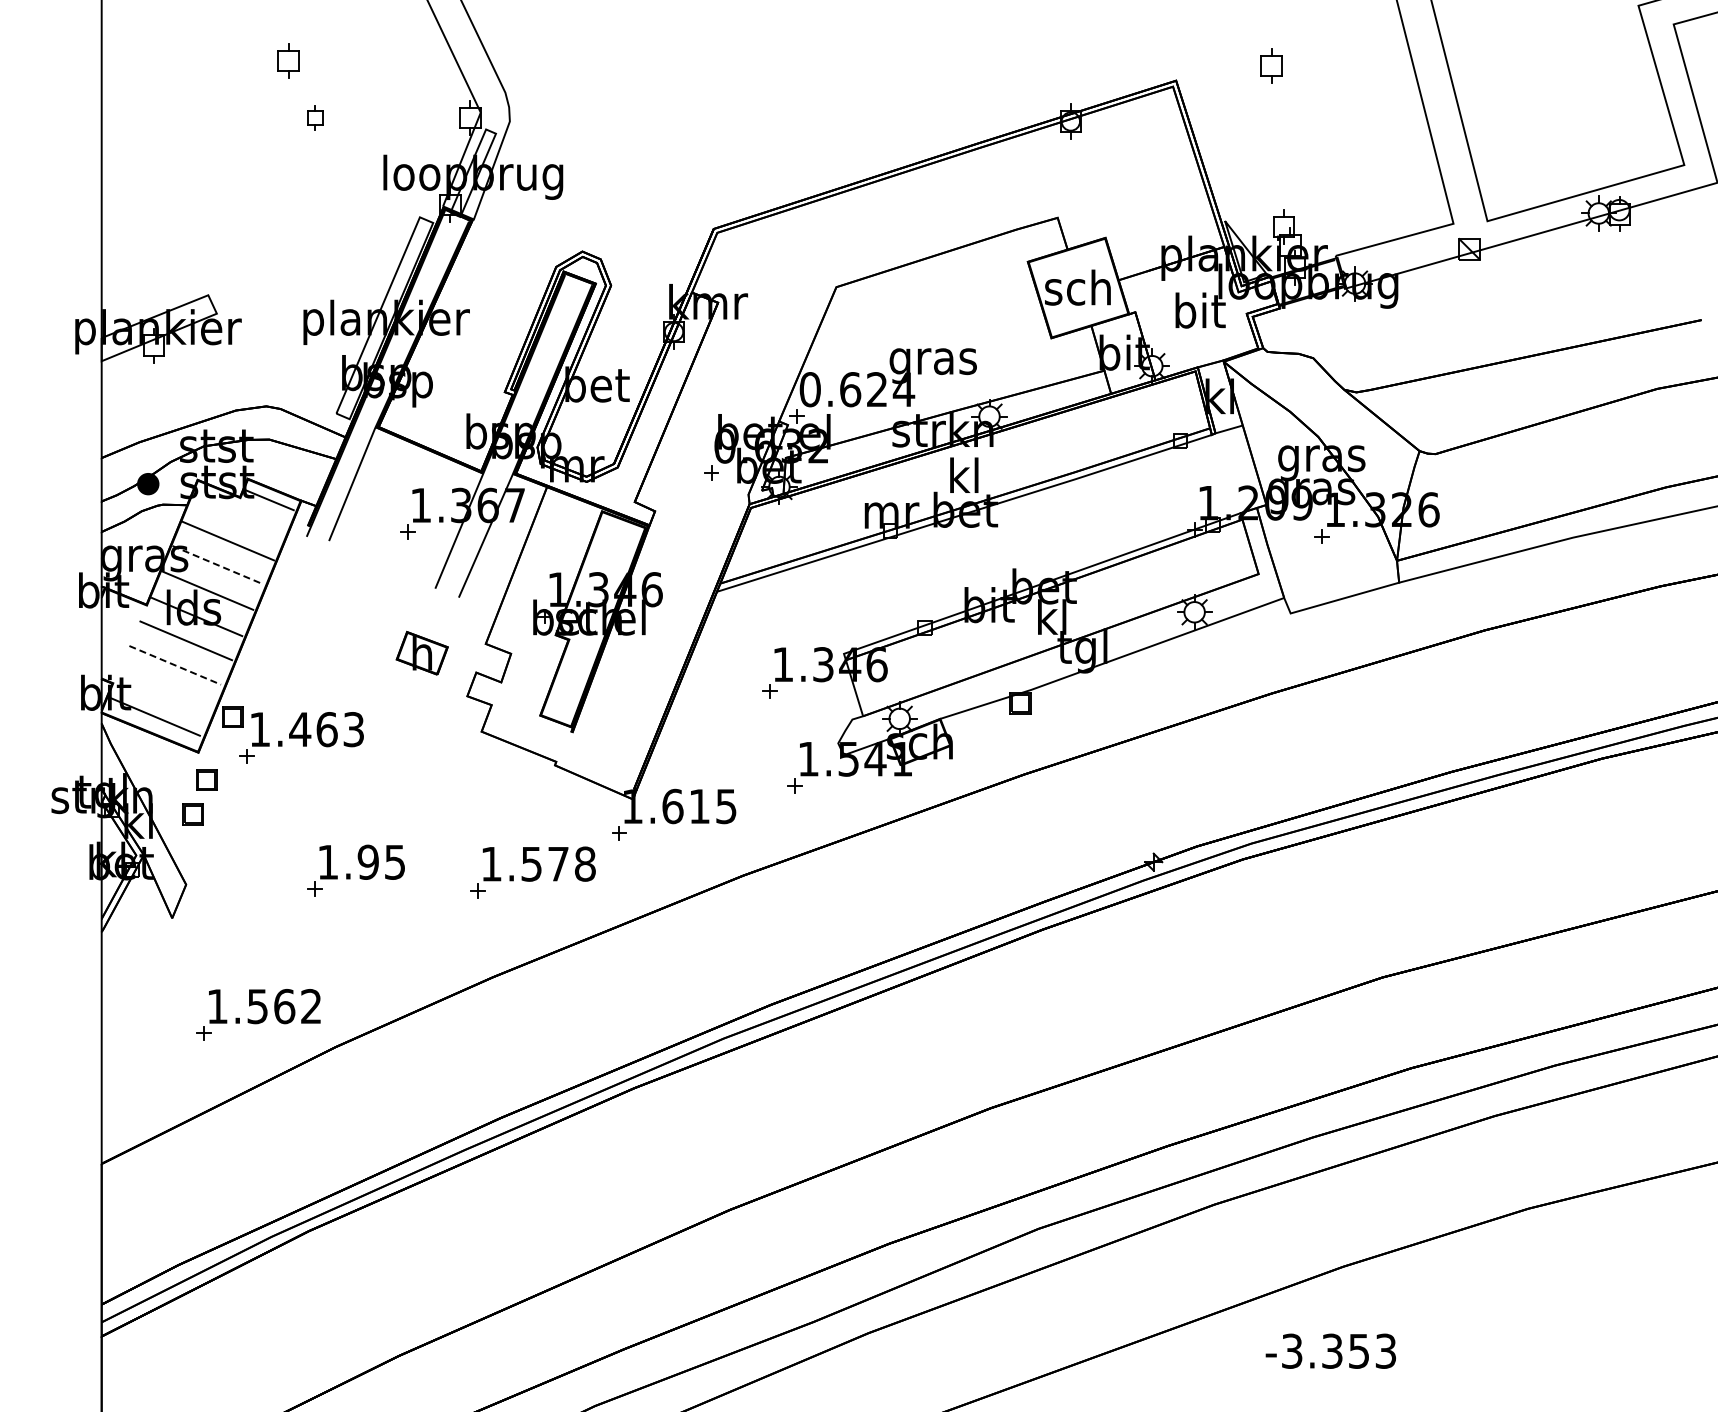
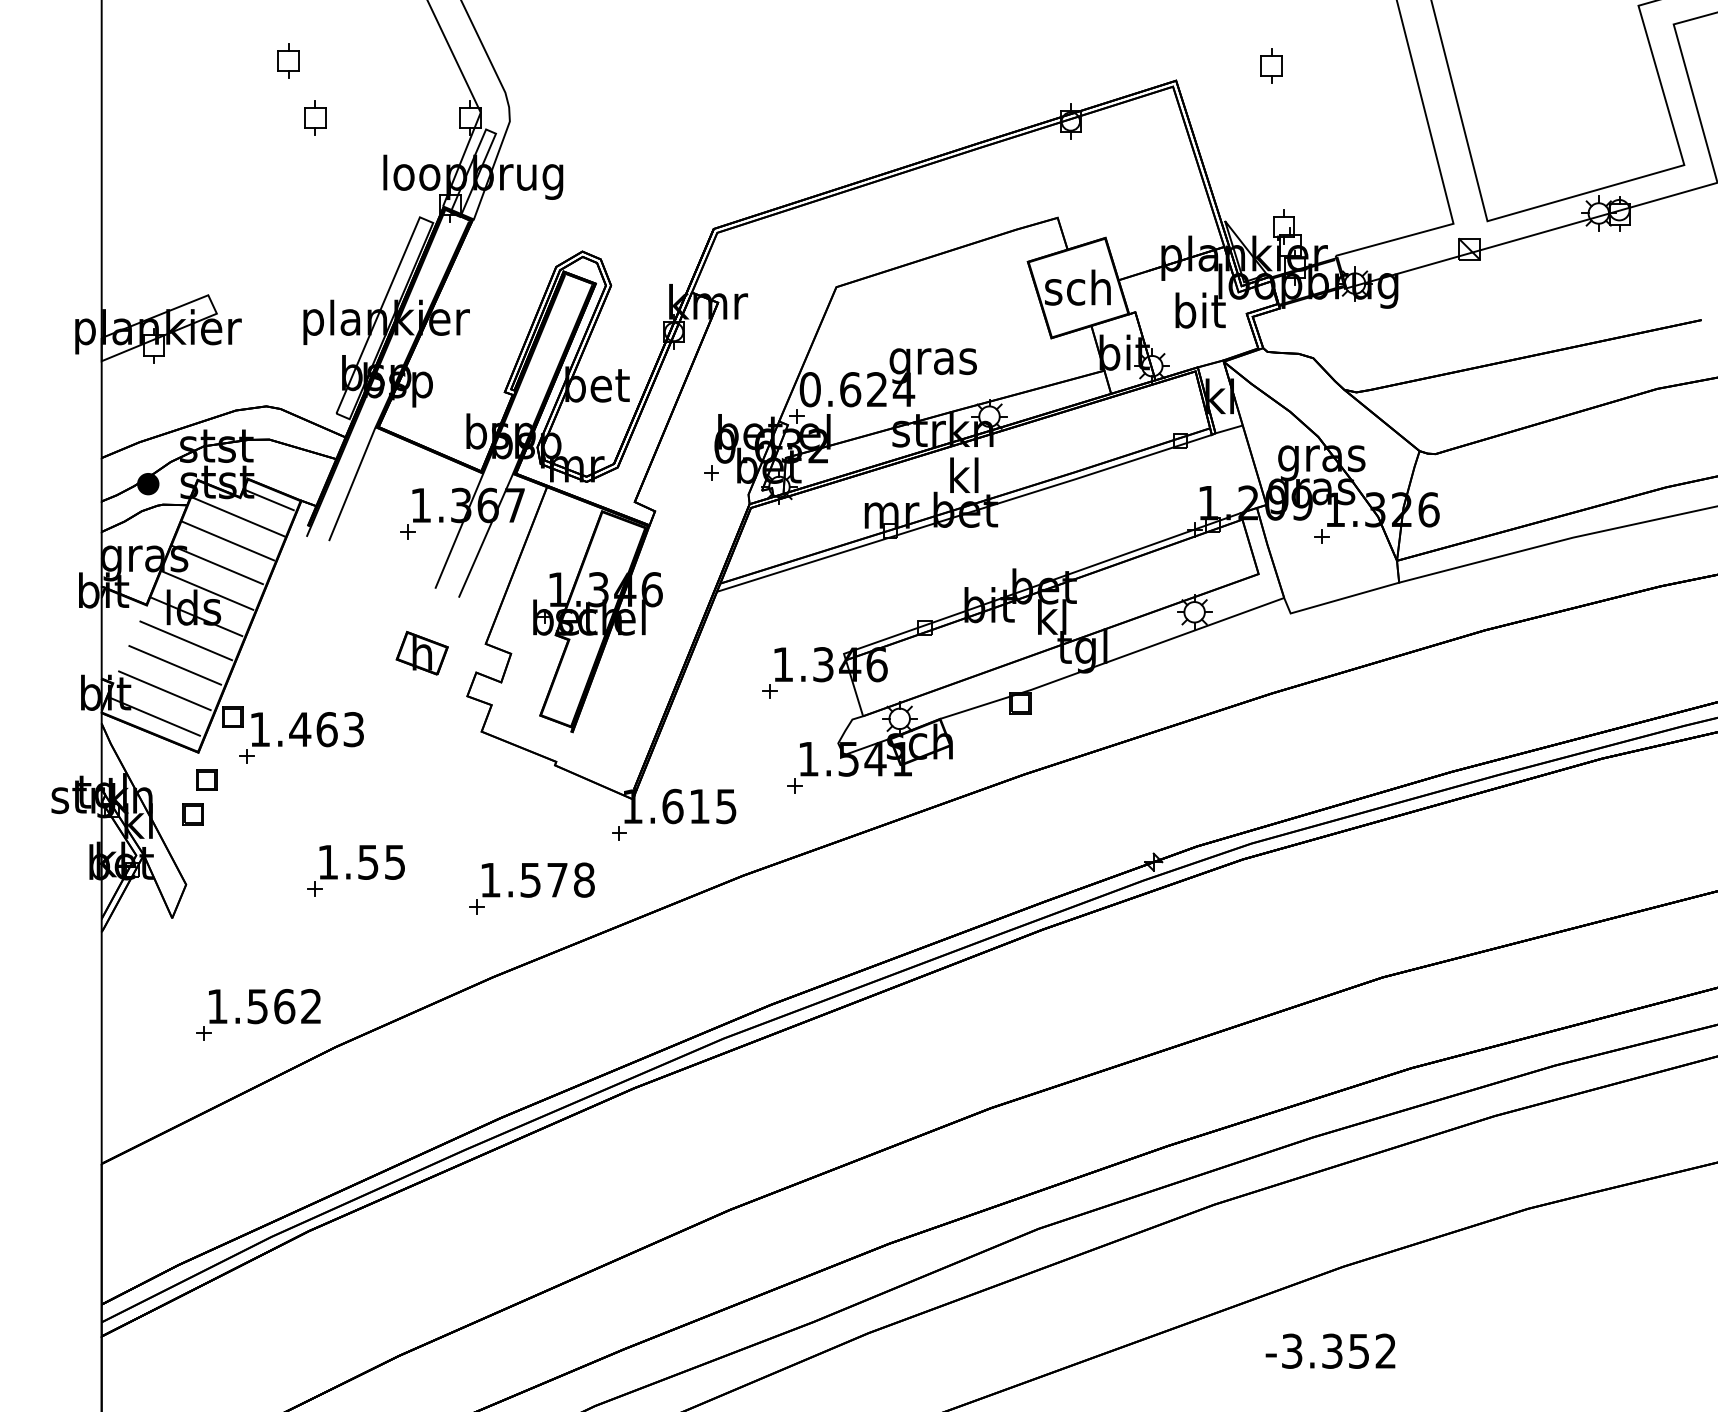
part at (315, 117) size: 17x26 px -> 23x36 px
line at (238, 516): none -> present
line at (218, 565): dashed -> solid
line at (175, 665): dashed -> solid
line at (164, 690): none -> present
text at (367, 861): 1.95 -> 1.55
part at (532, 872) position: (532, 872) -> (531, 888)
text at (1385, 1350): -3.353 -> -3.352
